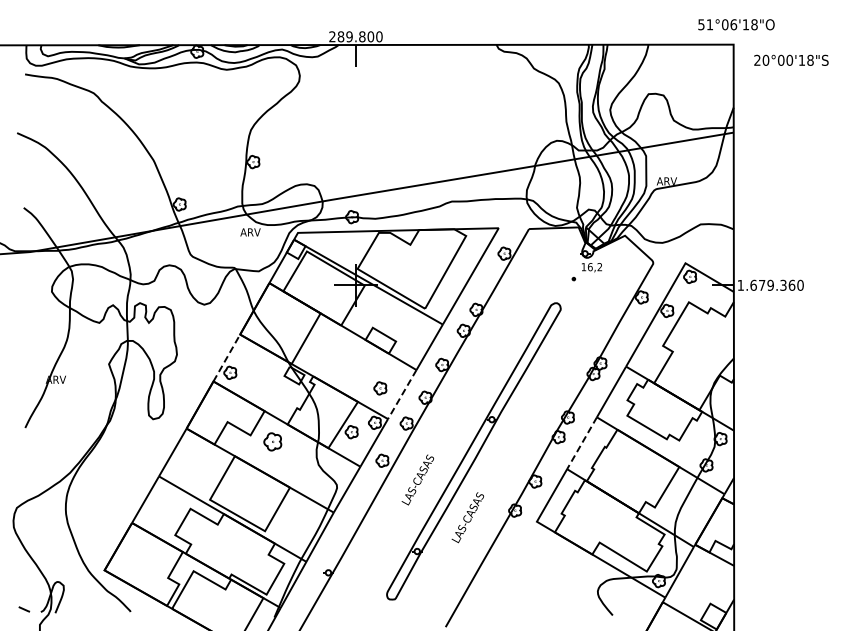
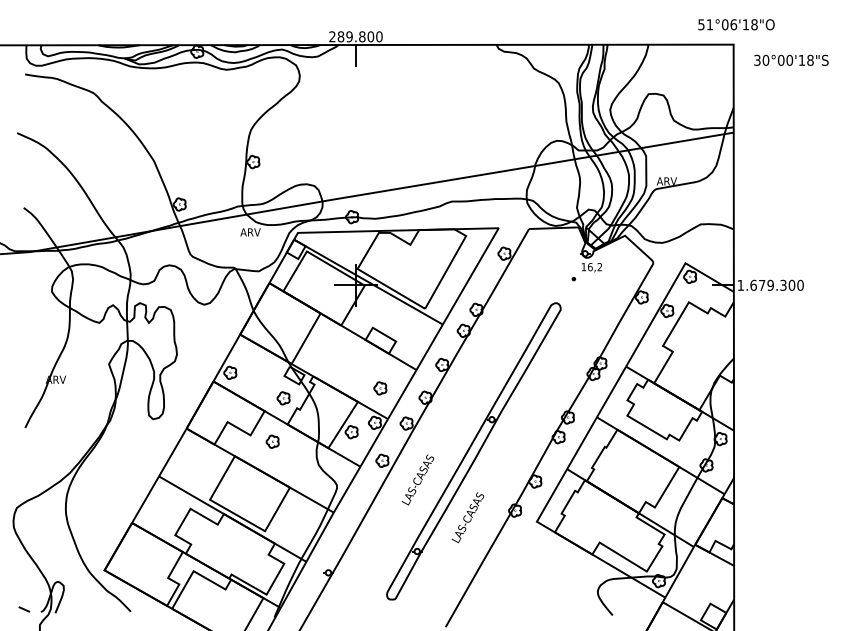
text at (757, 60): 20°00'18"S -> 30°00'18"S
text at (791, 284): 1.679.360 -> 1.679.300
line at (226, 358): dashed -> solid
line at (402, 395): dashed -> solid
part at (283, 398): none -> present
part at (272, 441) size: 20x20 px -> 15x15 px
line at (582, 443): dashed -> solid
